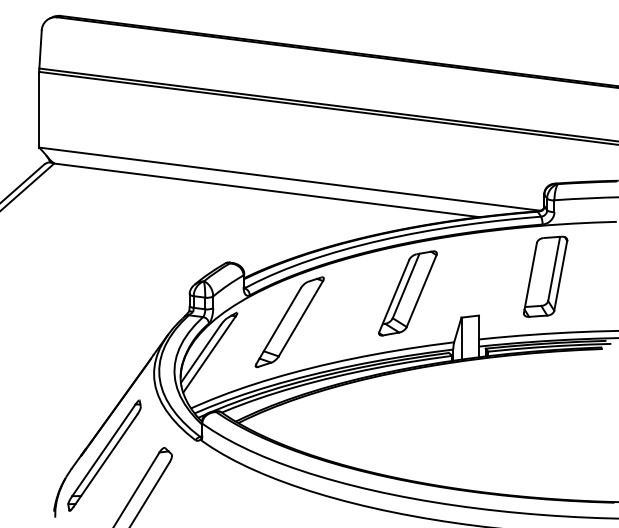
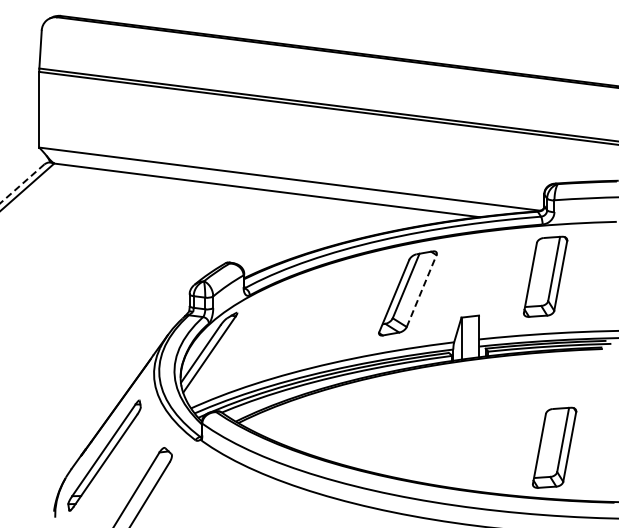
line at (22, 184): solid -> dashed
line at (421, 291): solid -> dashed
part at (289, 322): present -> none
part at (554, 447): none -> present
